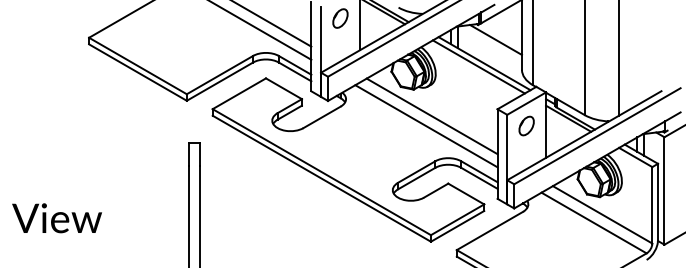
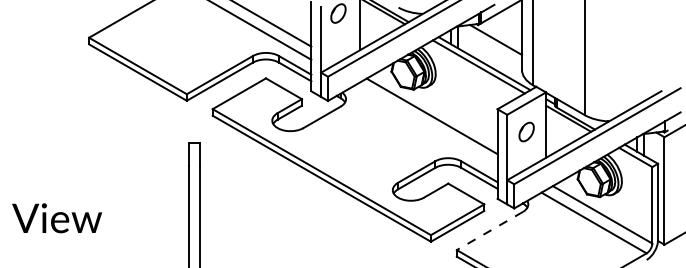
part at (340, 18) position: (340, 18) -> (338, 13)
line at (619, 58): present -> none
part at (526, 125) position: (526, 125) -> (526, 131)
line at (426, 126): present -> none
line at (489, 231): solid -> dashed
